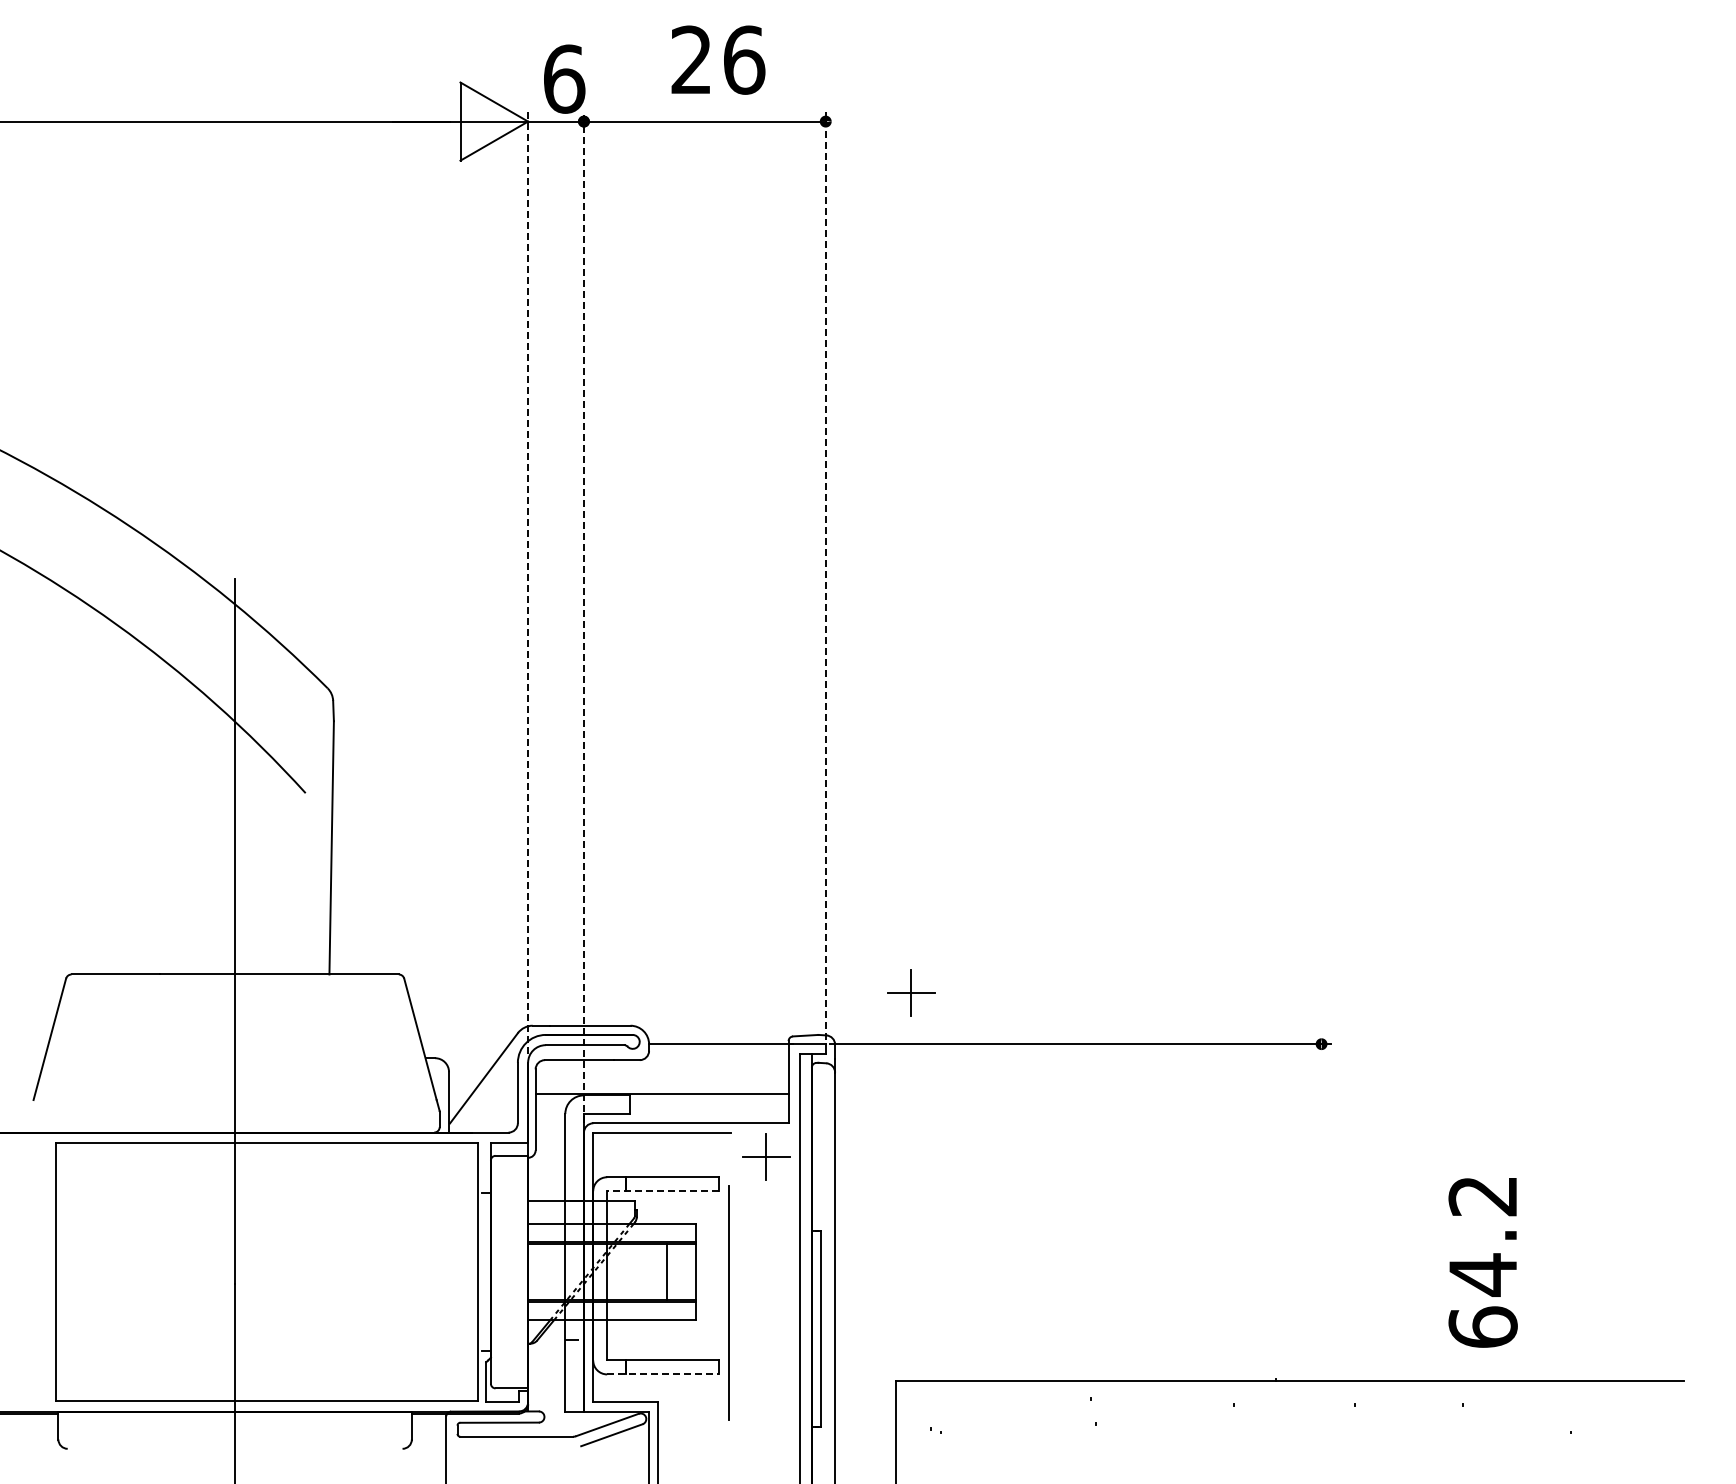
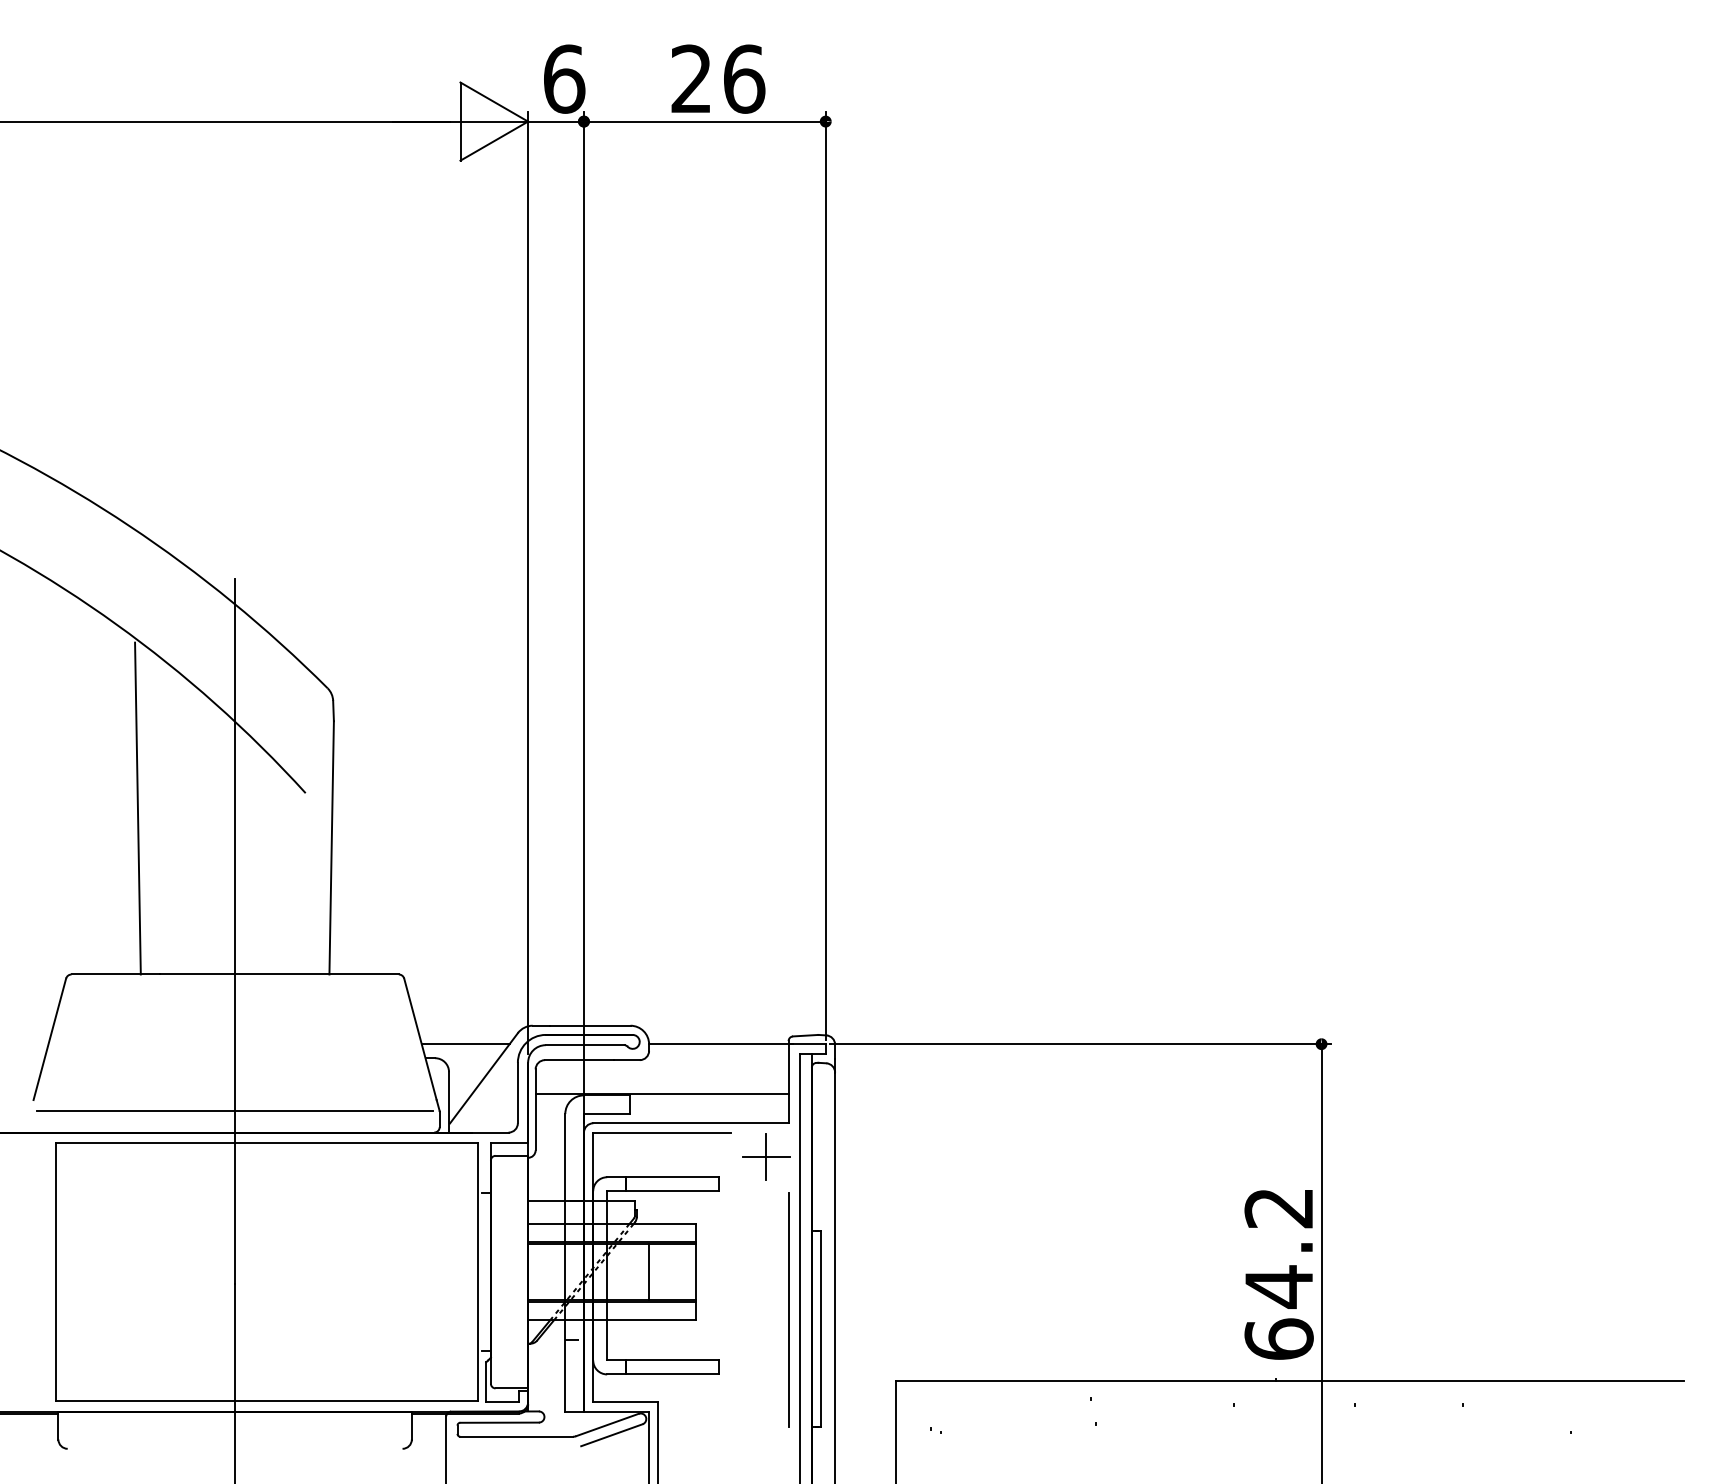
text at (718, 59) position: (718, 59) -> (718, 78)
line at (825, 575): dashed -> solid
line at (528, 582): dashed -> solid
line at (583, 617): dashed -> solid
line at (137, 808): none -> present
part at (911, 992): present -> none
line at (465, 1044): none -> present
line at (235, 1111): none -> present
line at (662, 1191): dashed -> solid
line at (1321, 1262): none -> present
text at (1482, 1262) position: (1482, 1262) -> (1278, 1274)
line at (667, 1272) position: (667, 1272) -> (649, 1272)
line at (728, 1302) position: (728, 1302) -> (788, 1309)
line at (662, 1374): dashed -> solid
